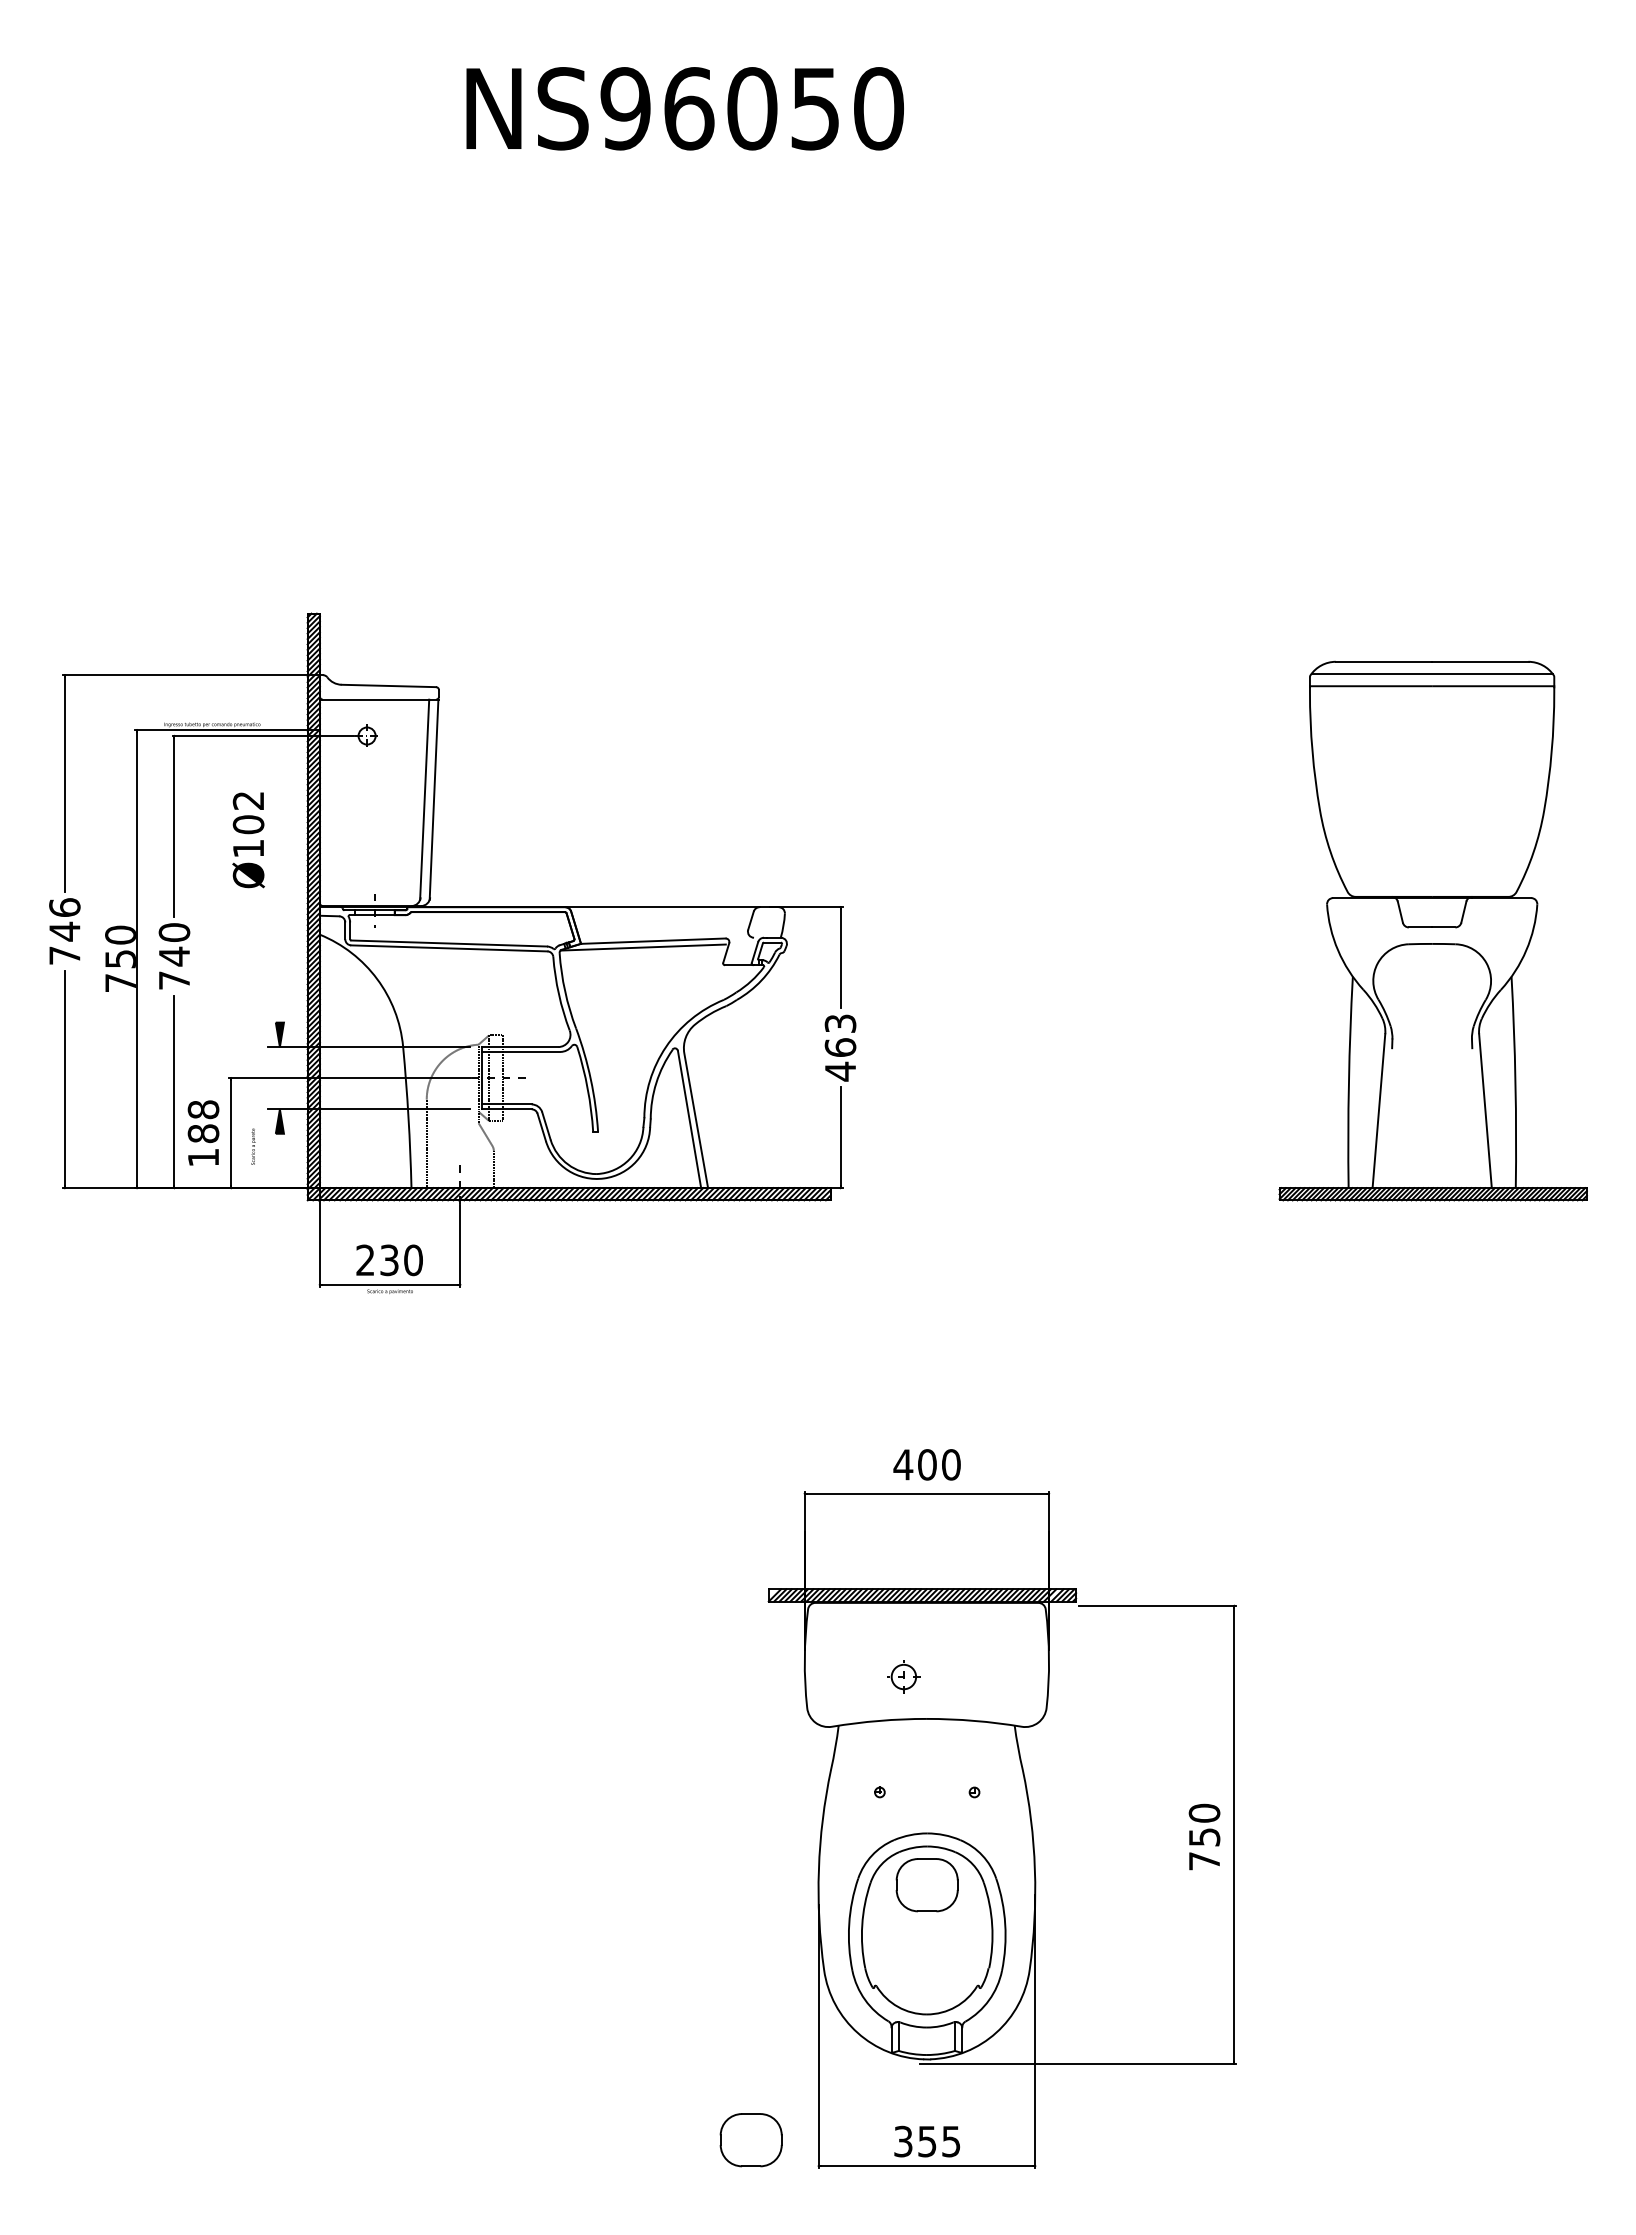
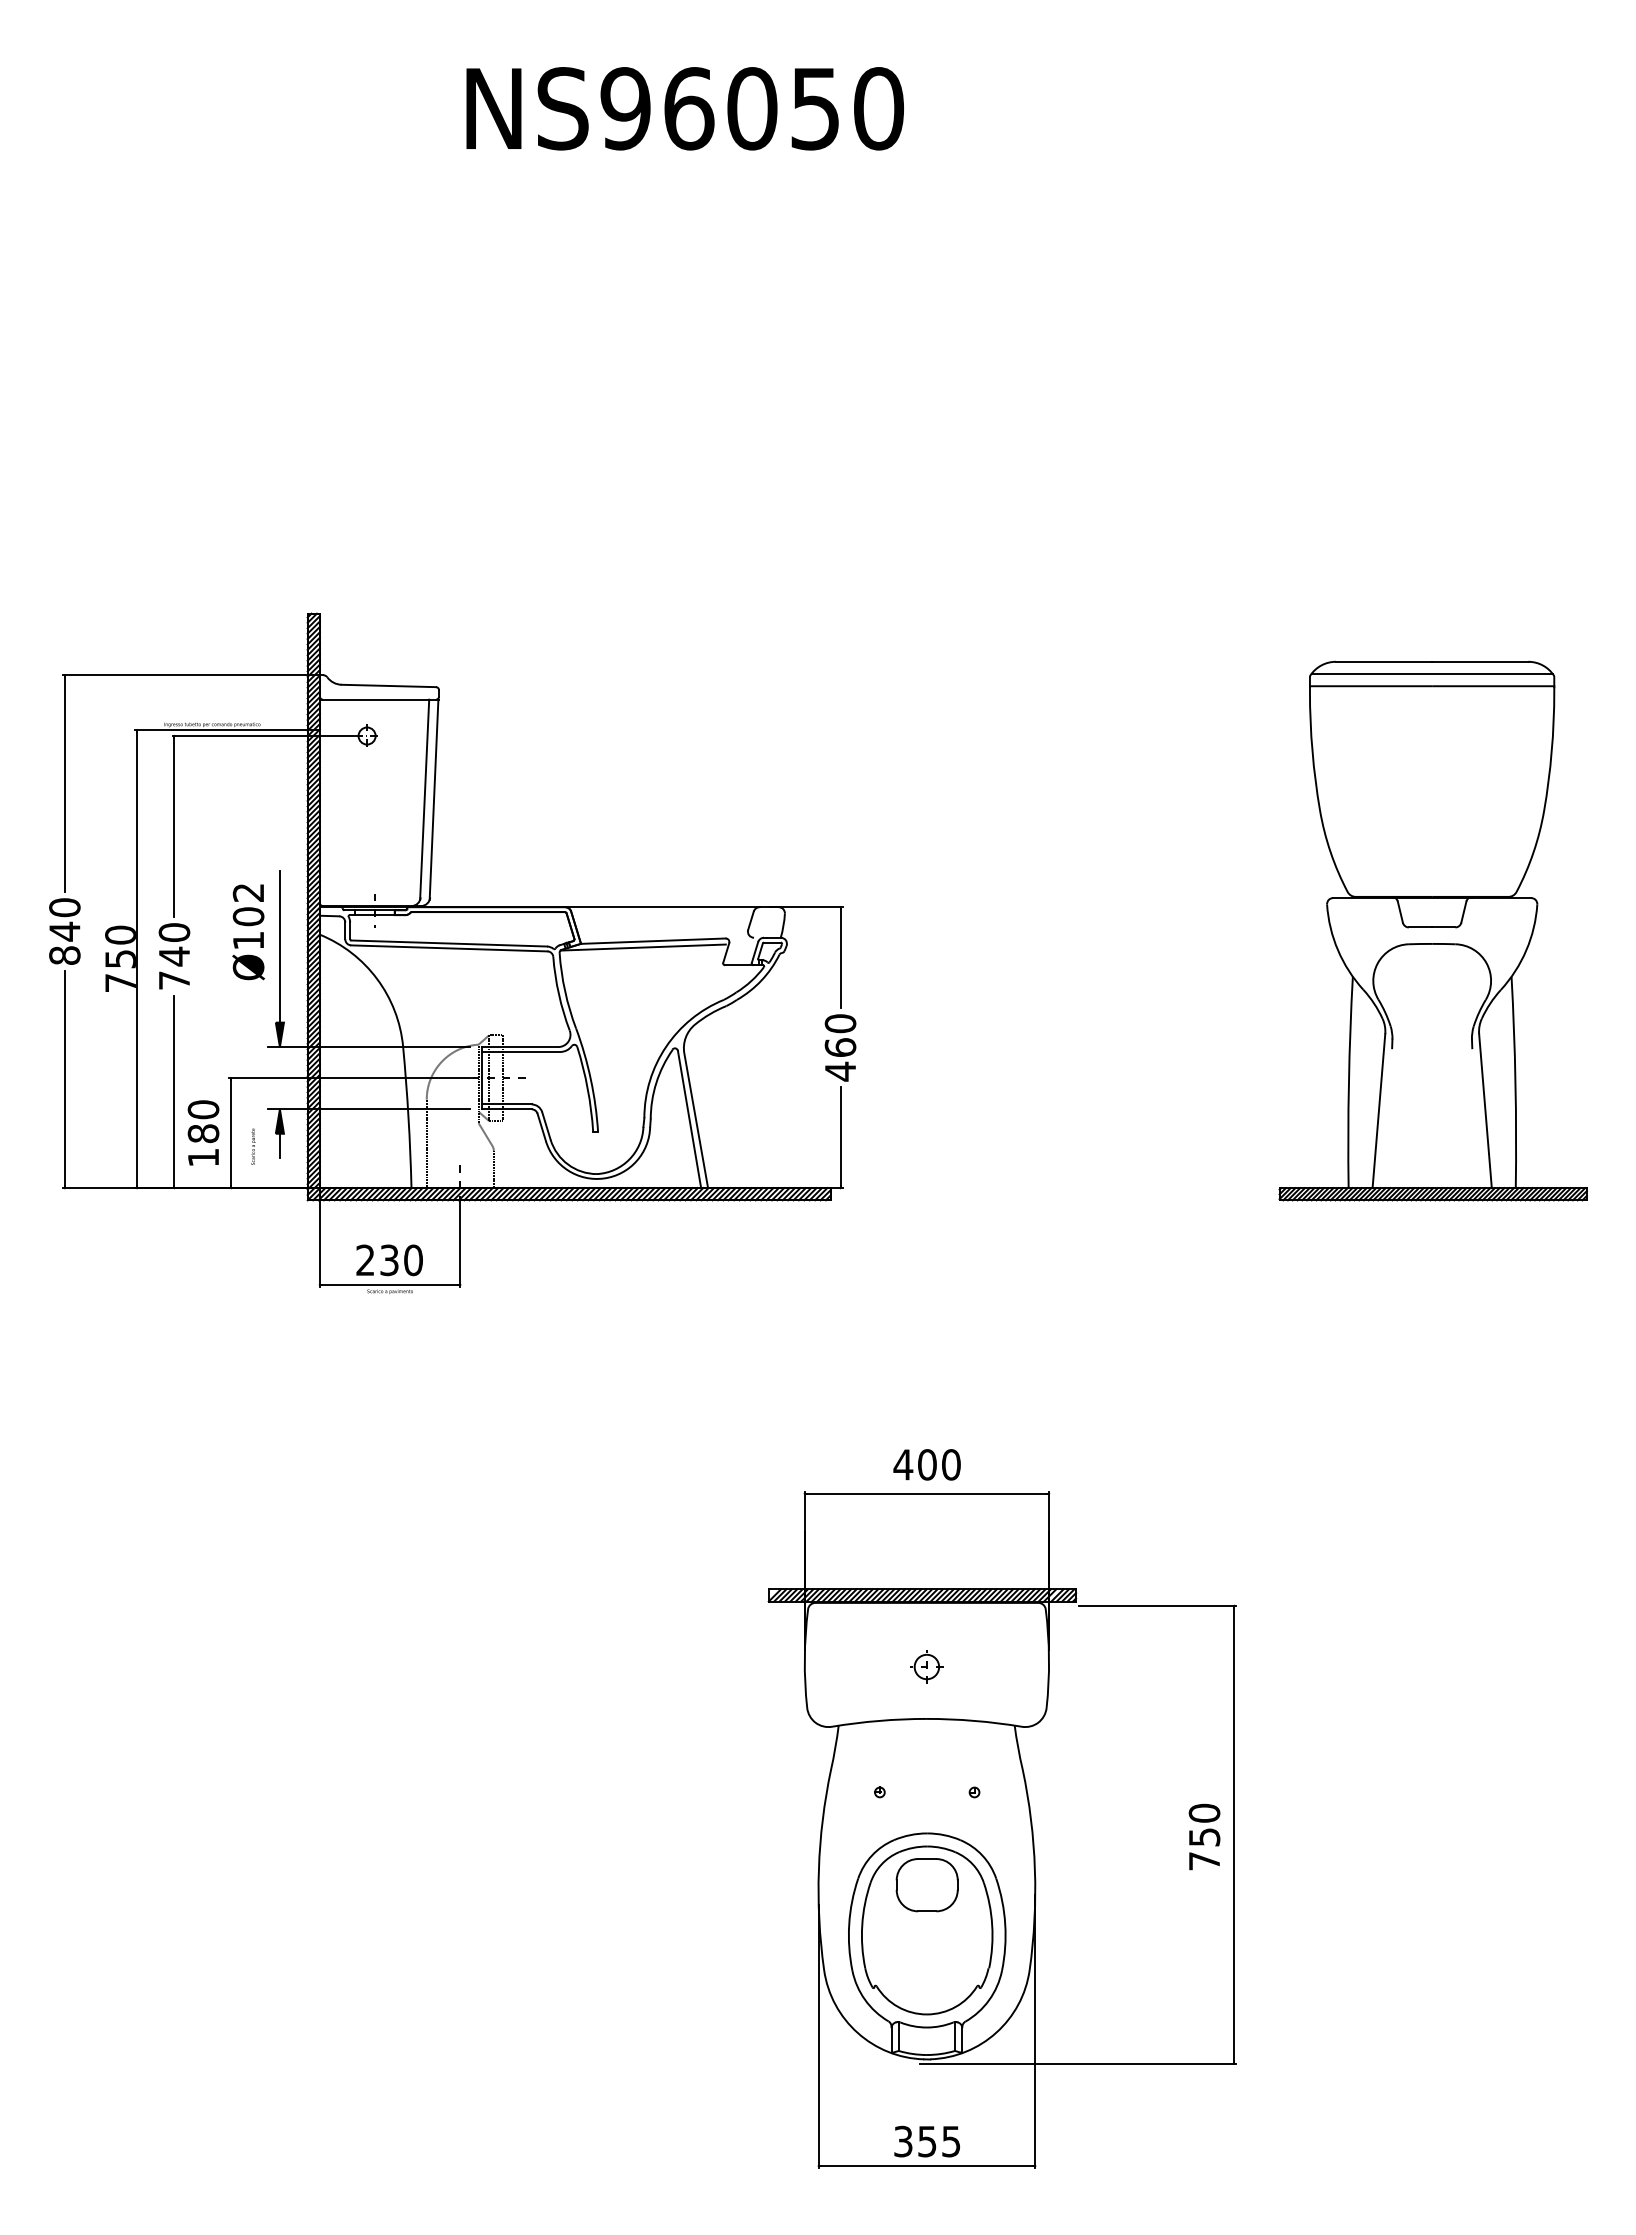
text at (248, 840) position: (248, 840) -> (248, 932)
text at (64, 931): 746 -> 840
line at (279, 946): none -> present
text at (840, 1023): 463 -> 460
text at (203, 1109): 188 -> 180
line at (279, 1145): none -> present
part at (903, 1676) position: (903, 1676) -> (926, 1666)
part at (750, 2140): present -> none
